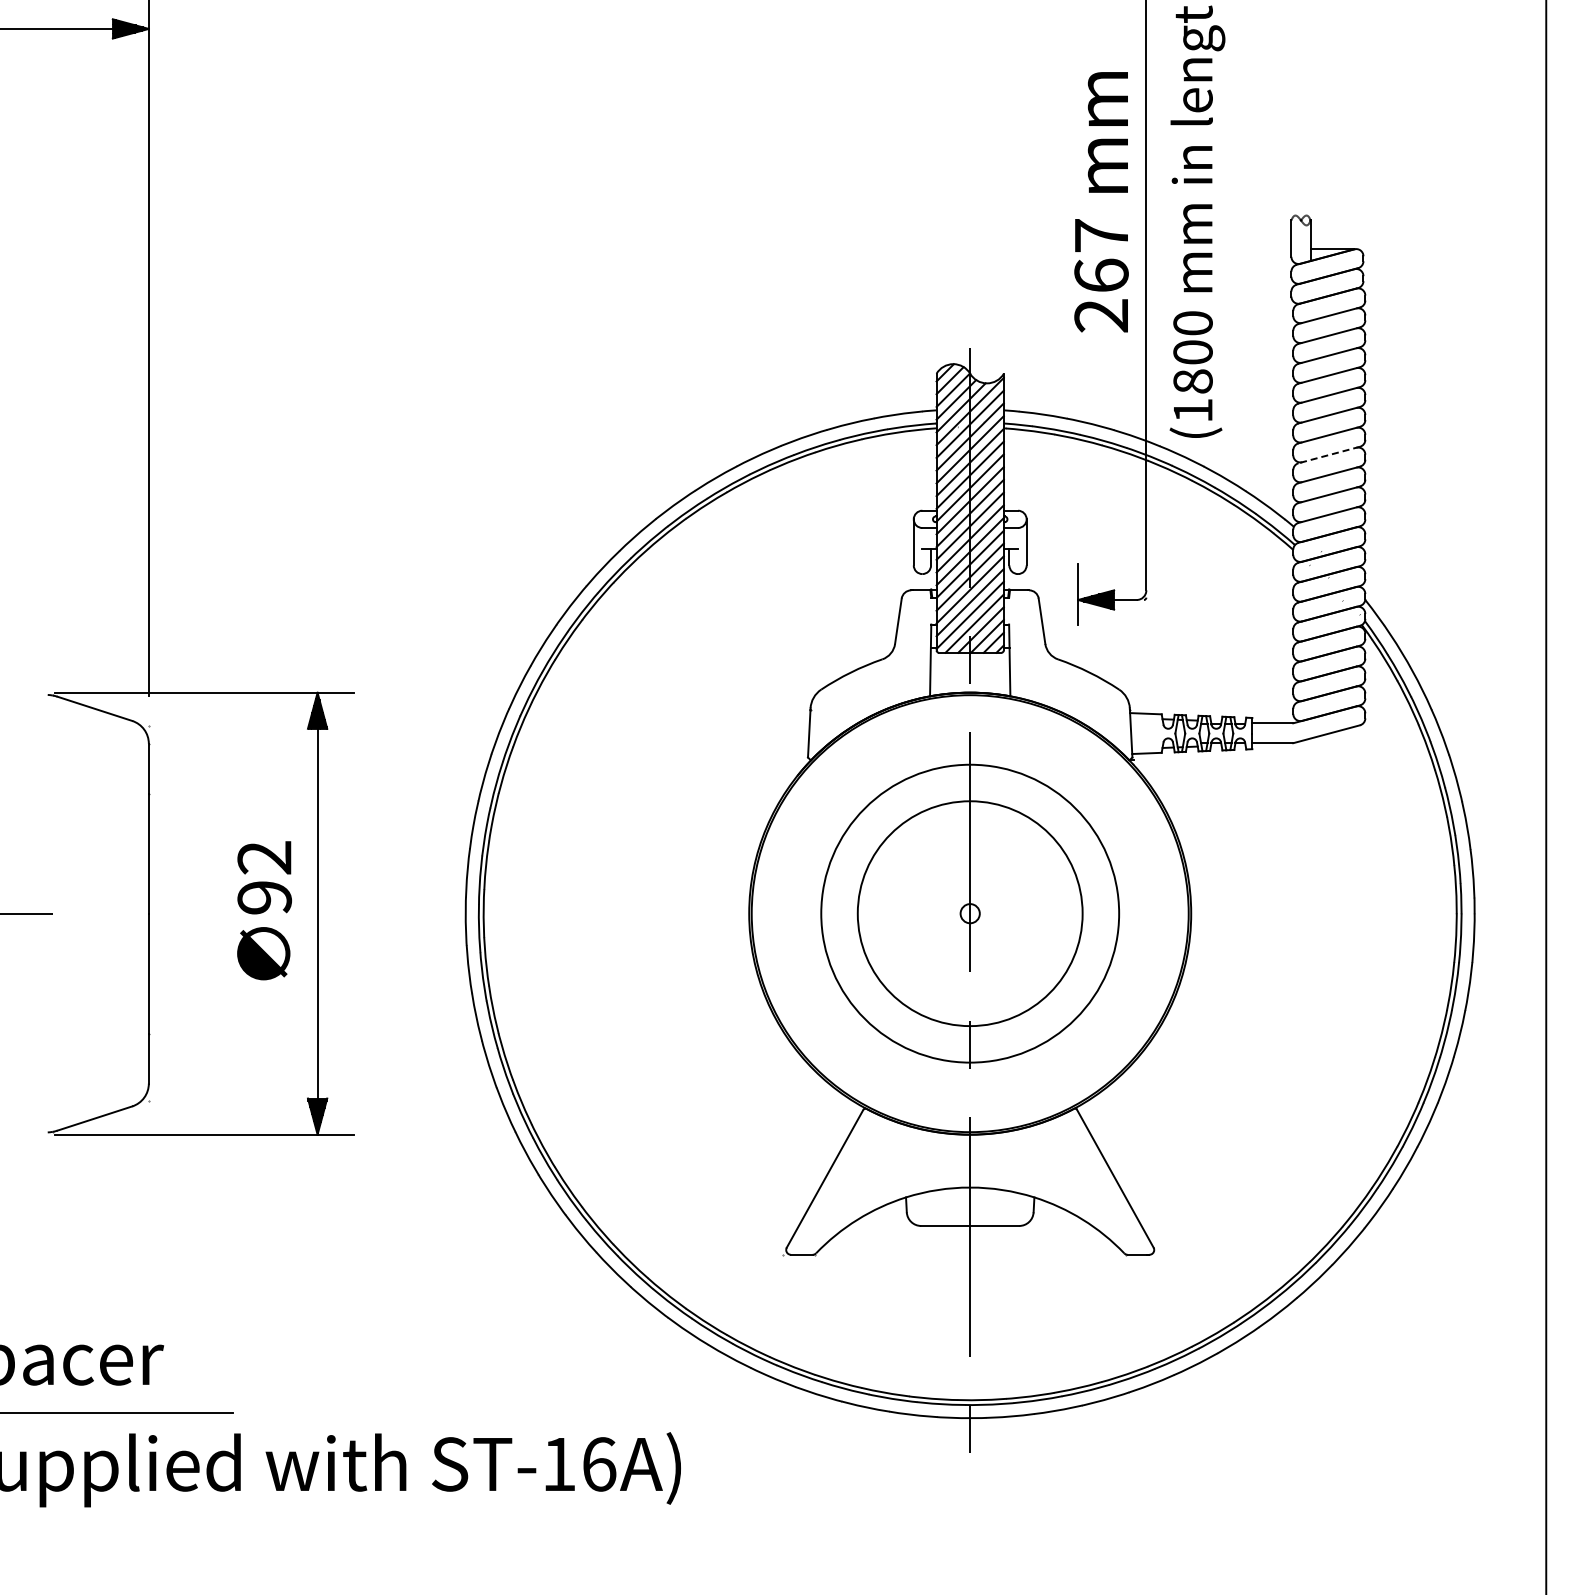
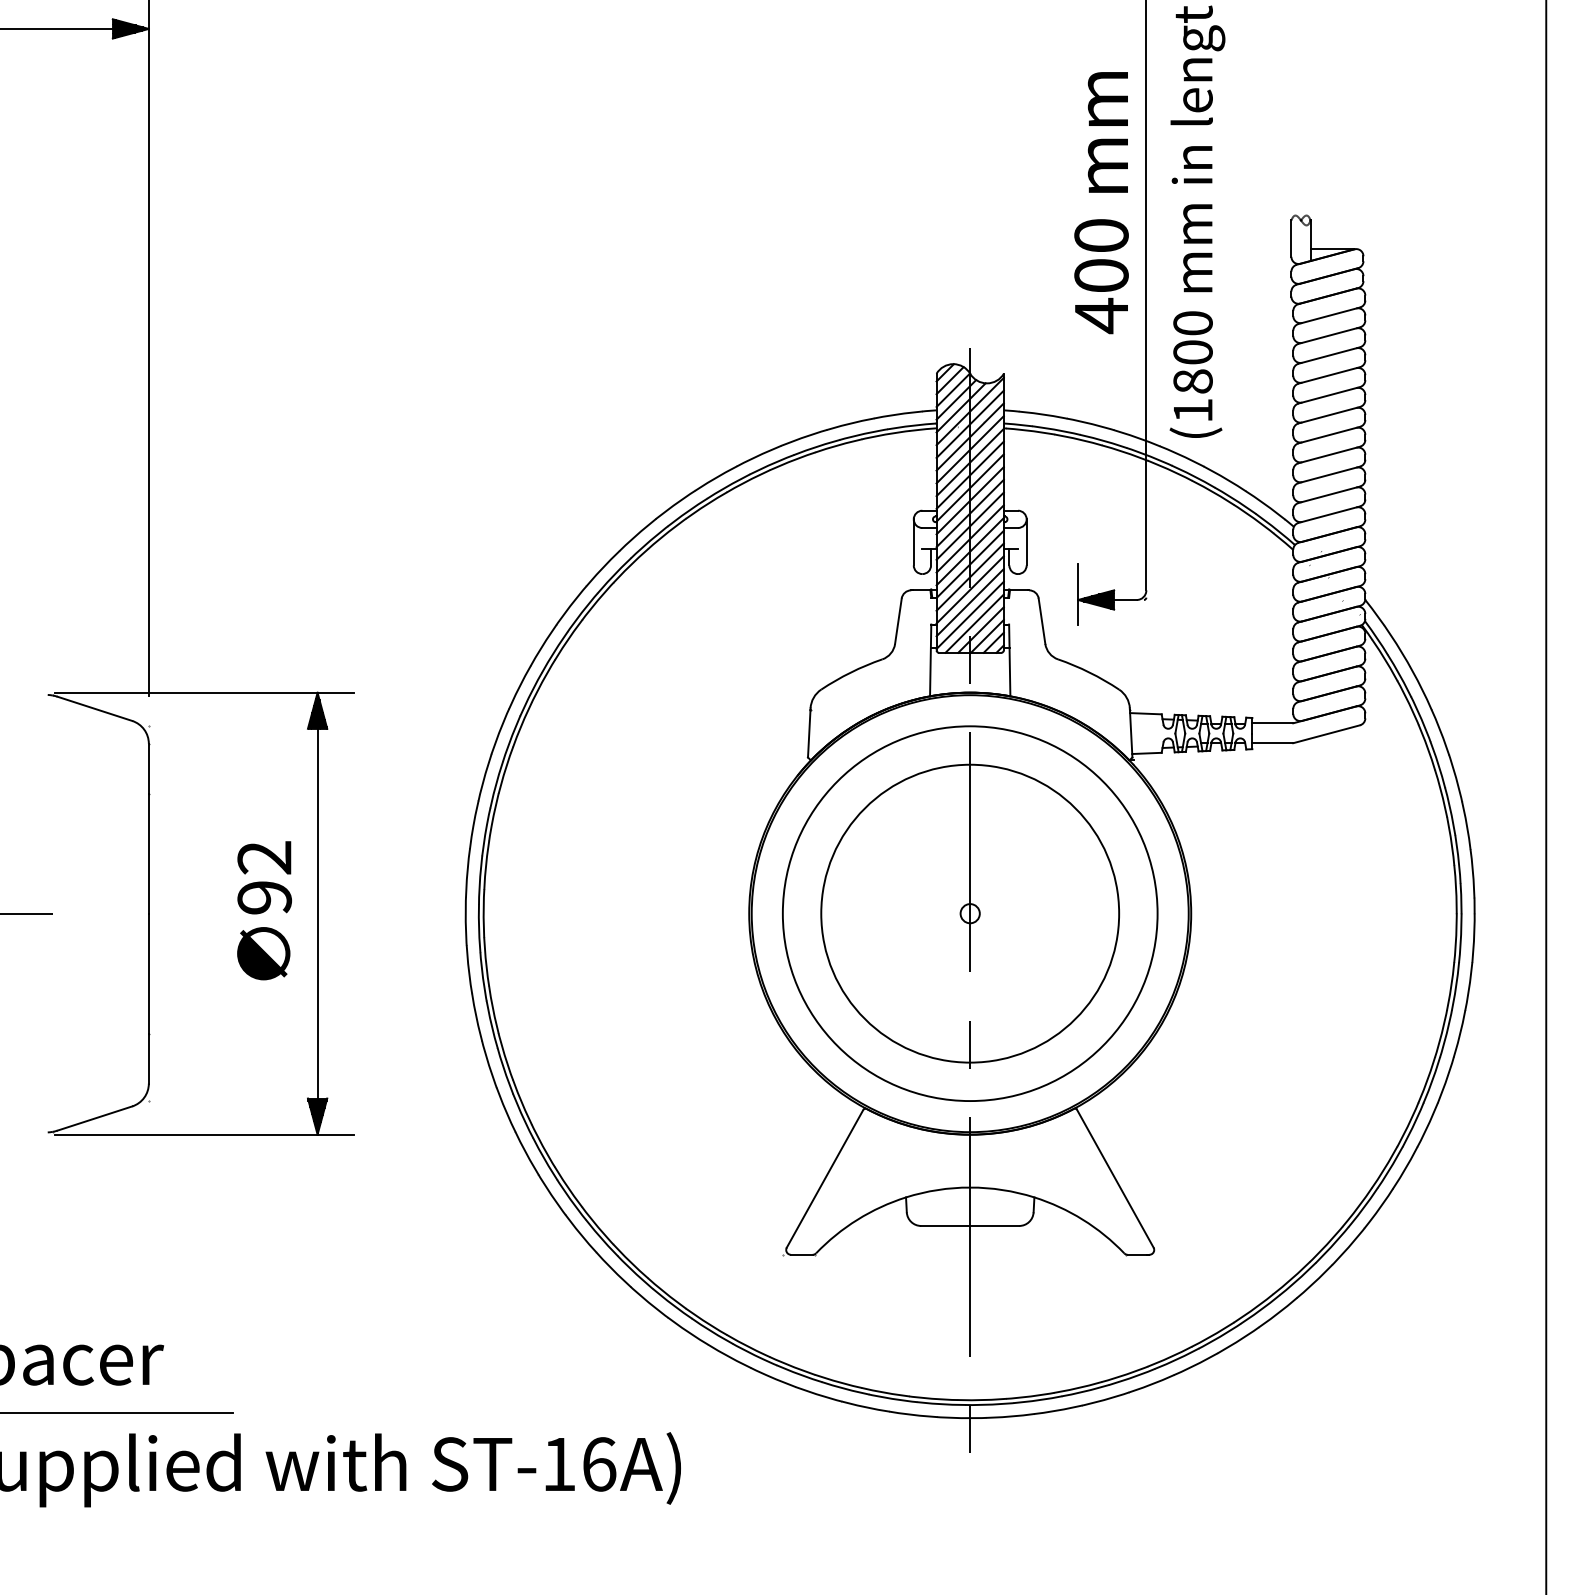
text at (1101, 276): 267 -> 400
line at (1329, 455): dashed -> solid
circle at (969, 913) diameter: 225 px -> 375 px
